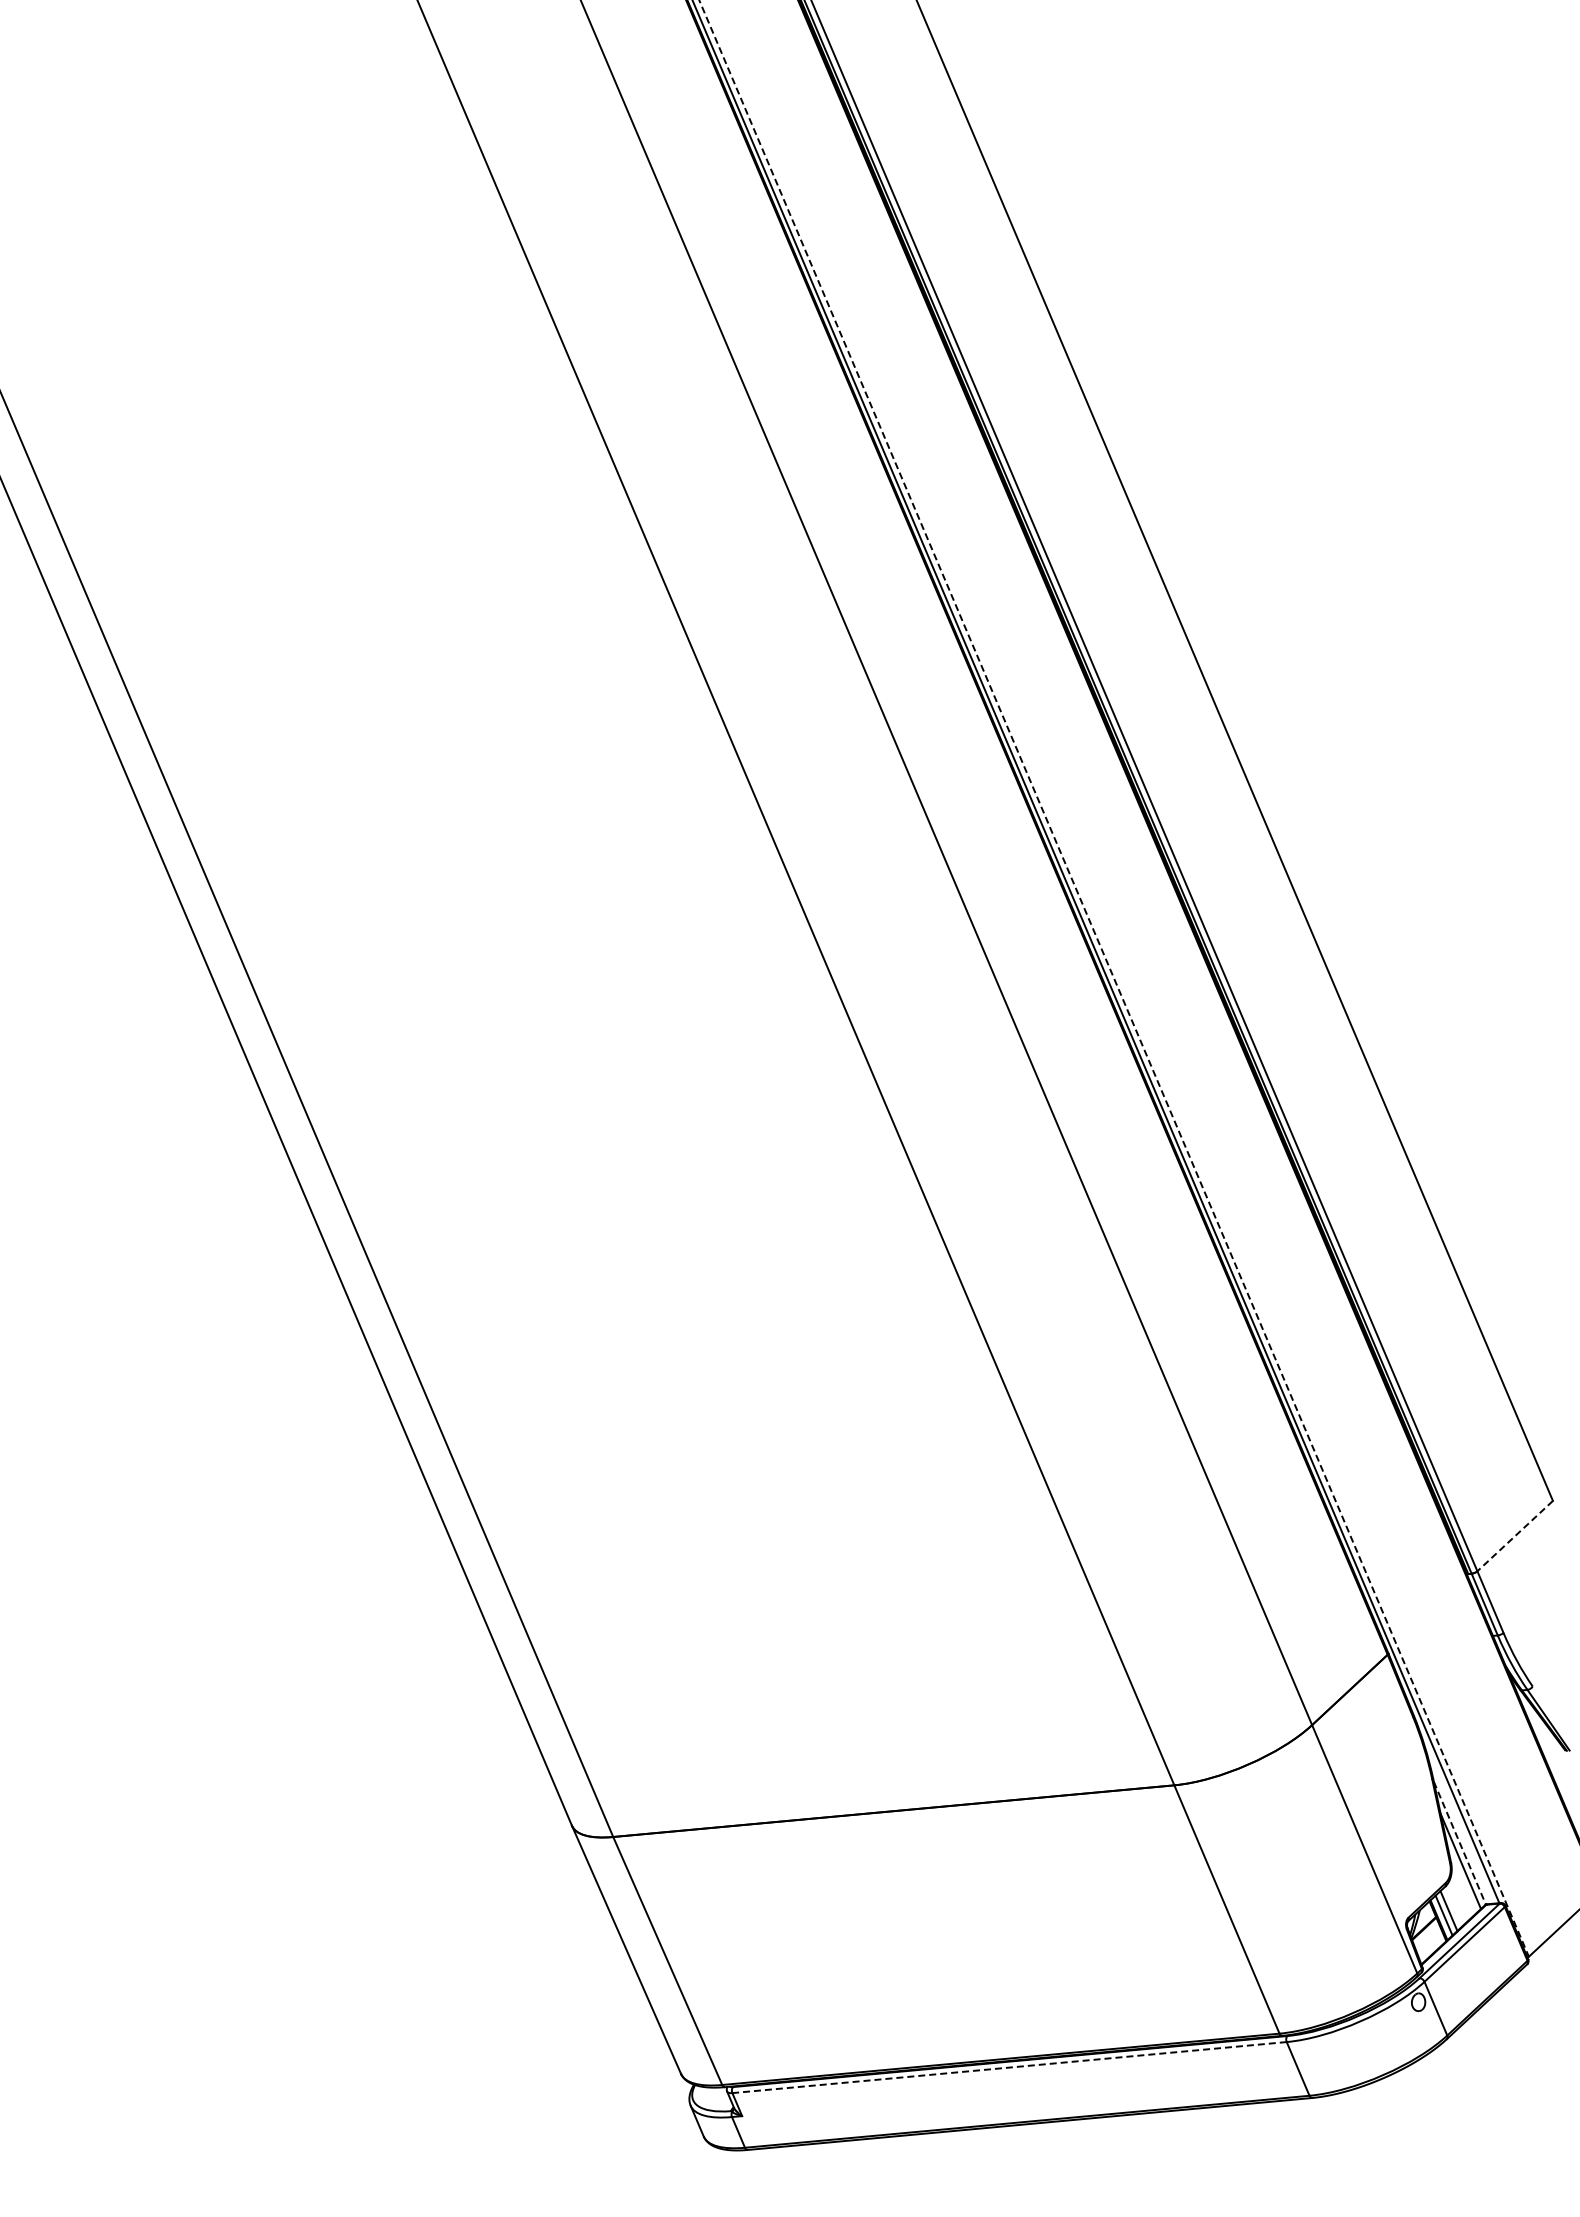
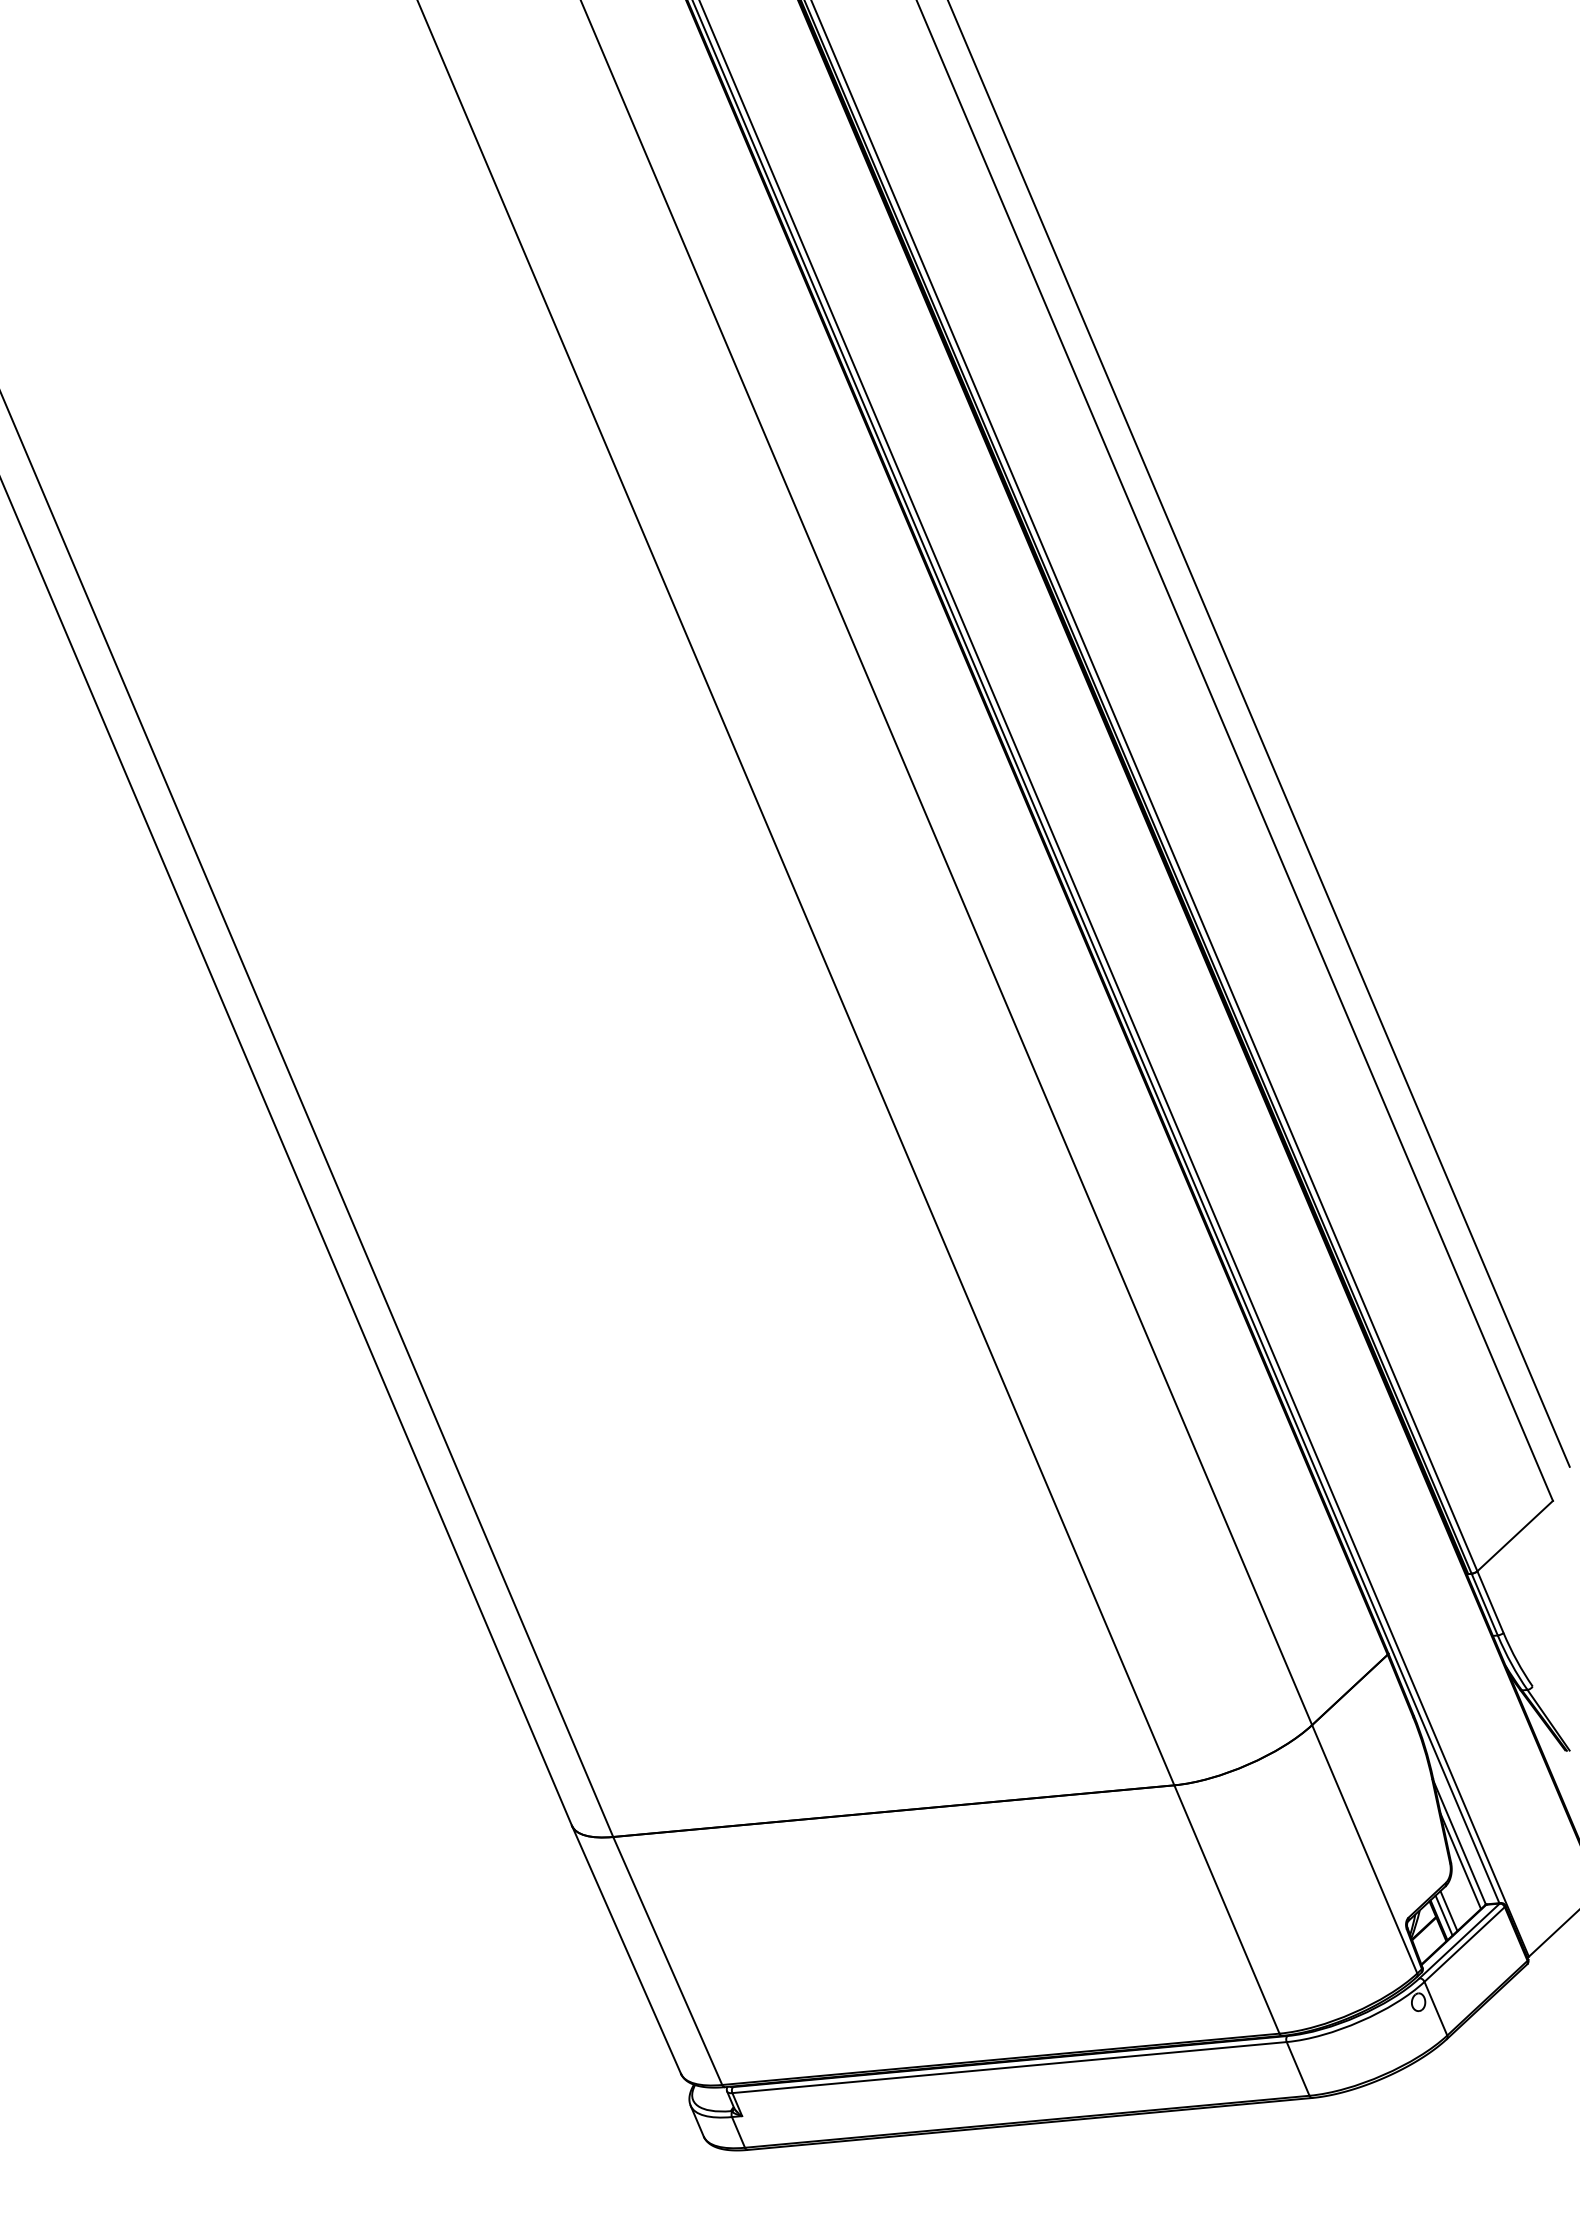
line at (1258, 734): none -> present
line at (1114, 979): dashed -> solid
line at (1515, 1536): dashed -> solid
line at (1459, 1843): dashed -> solid
line at (1009, 2067): dashed -> solid
